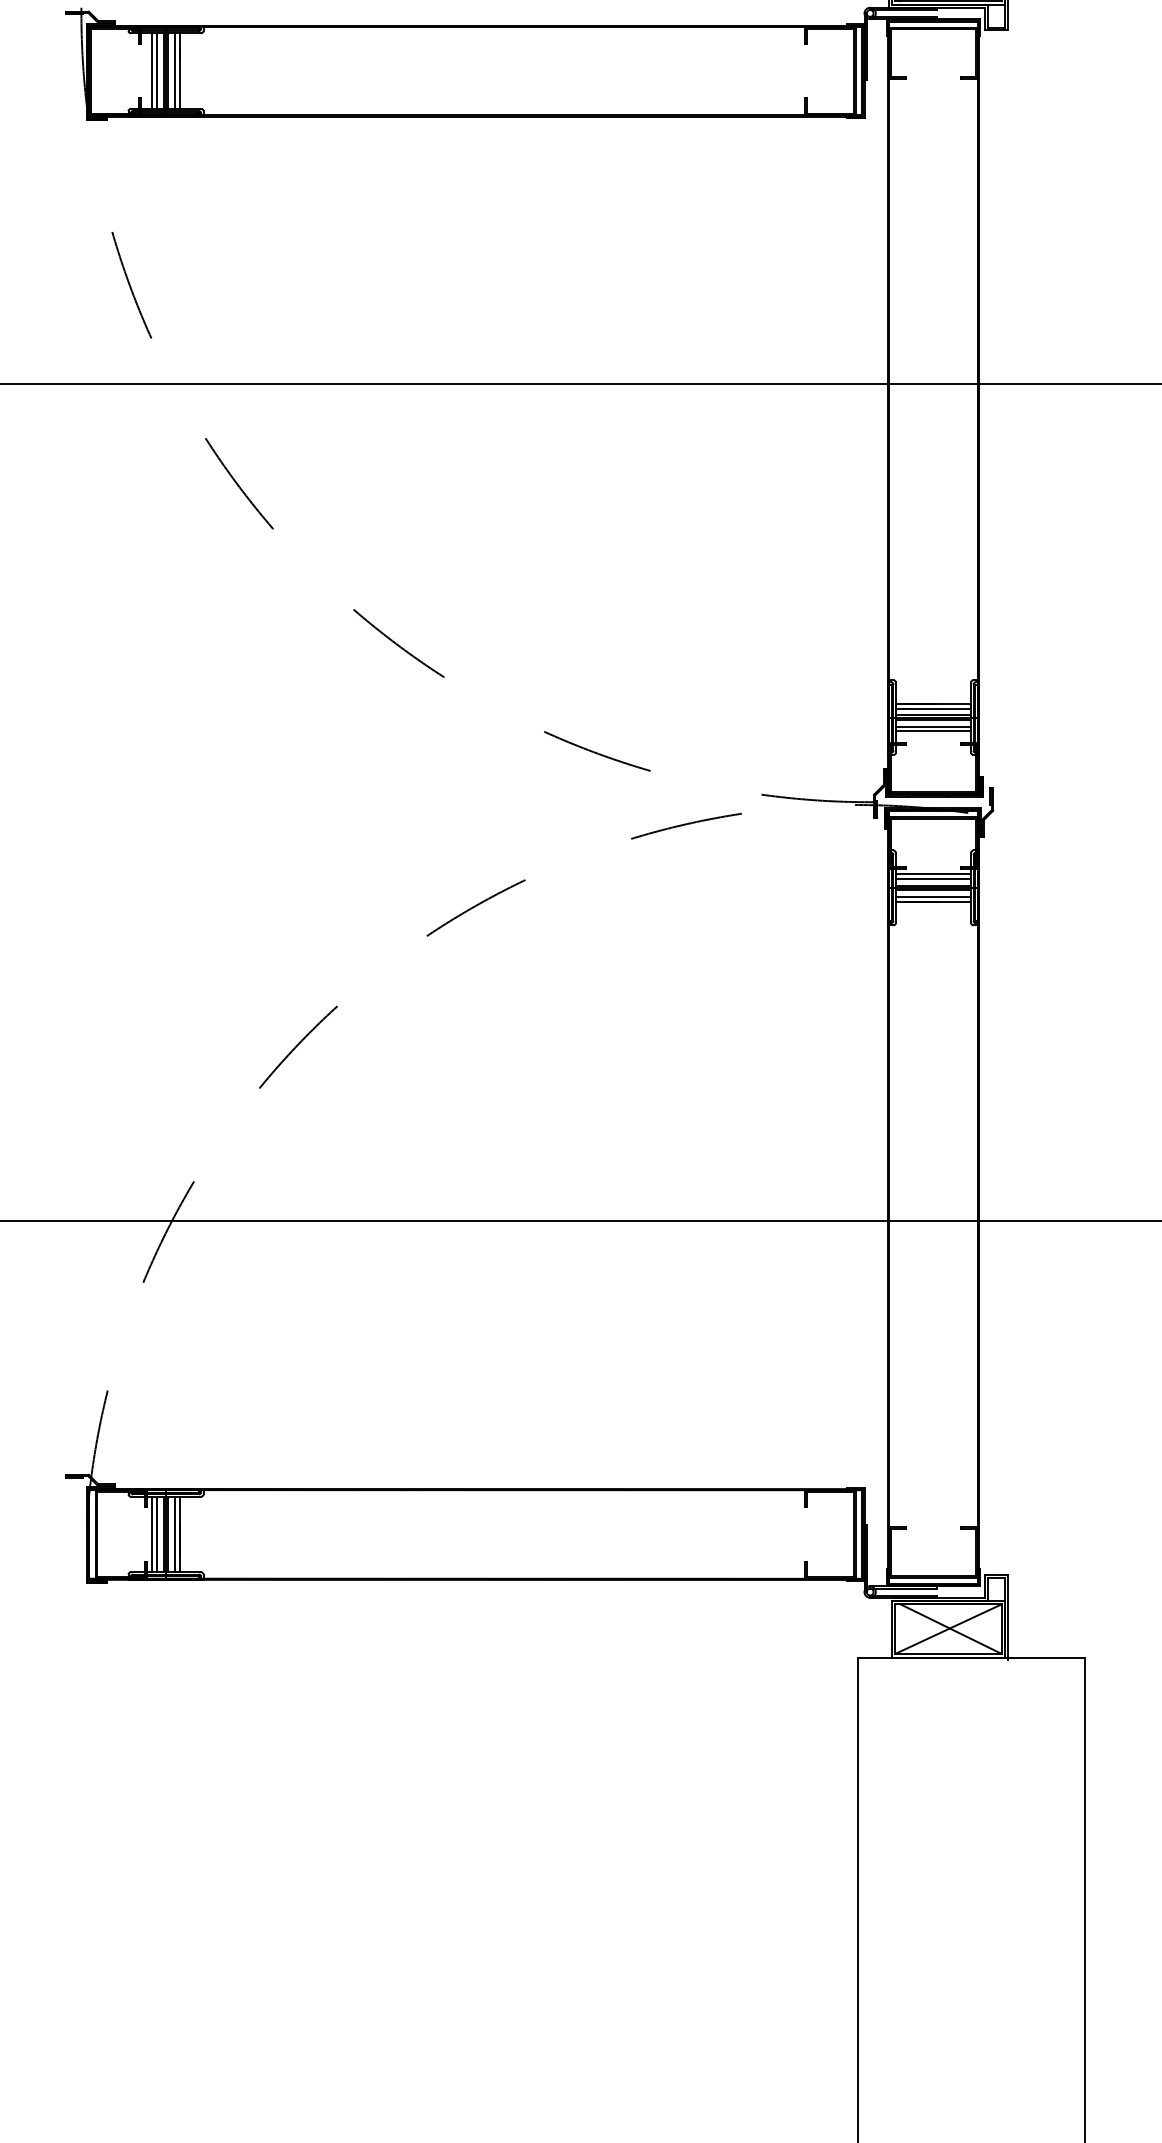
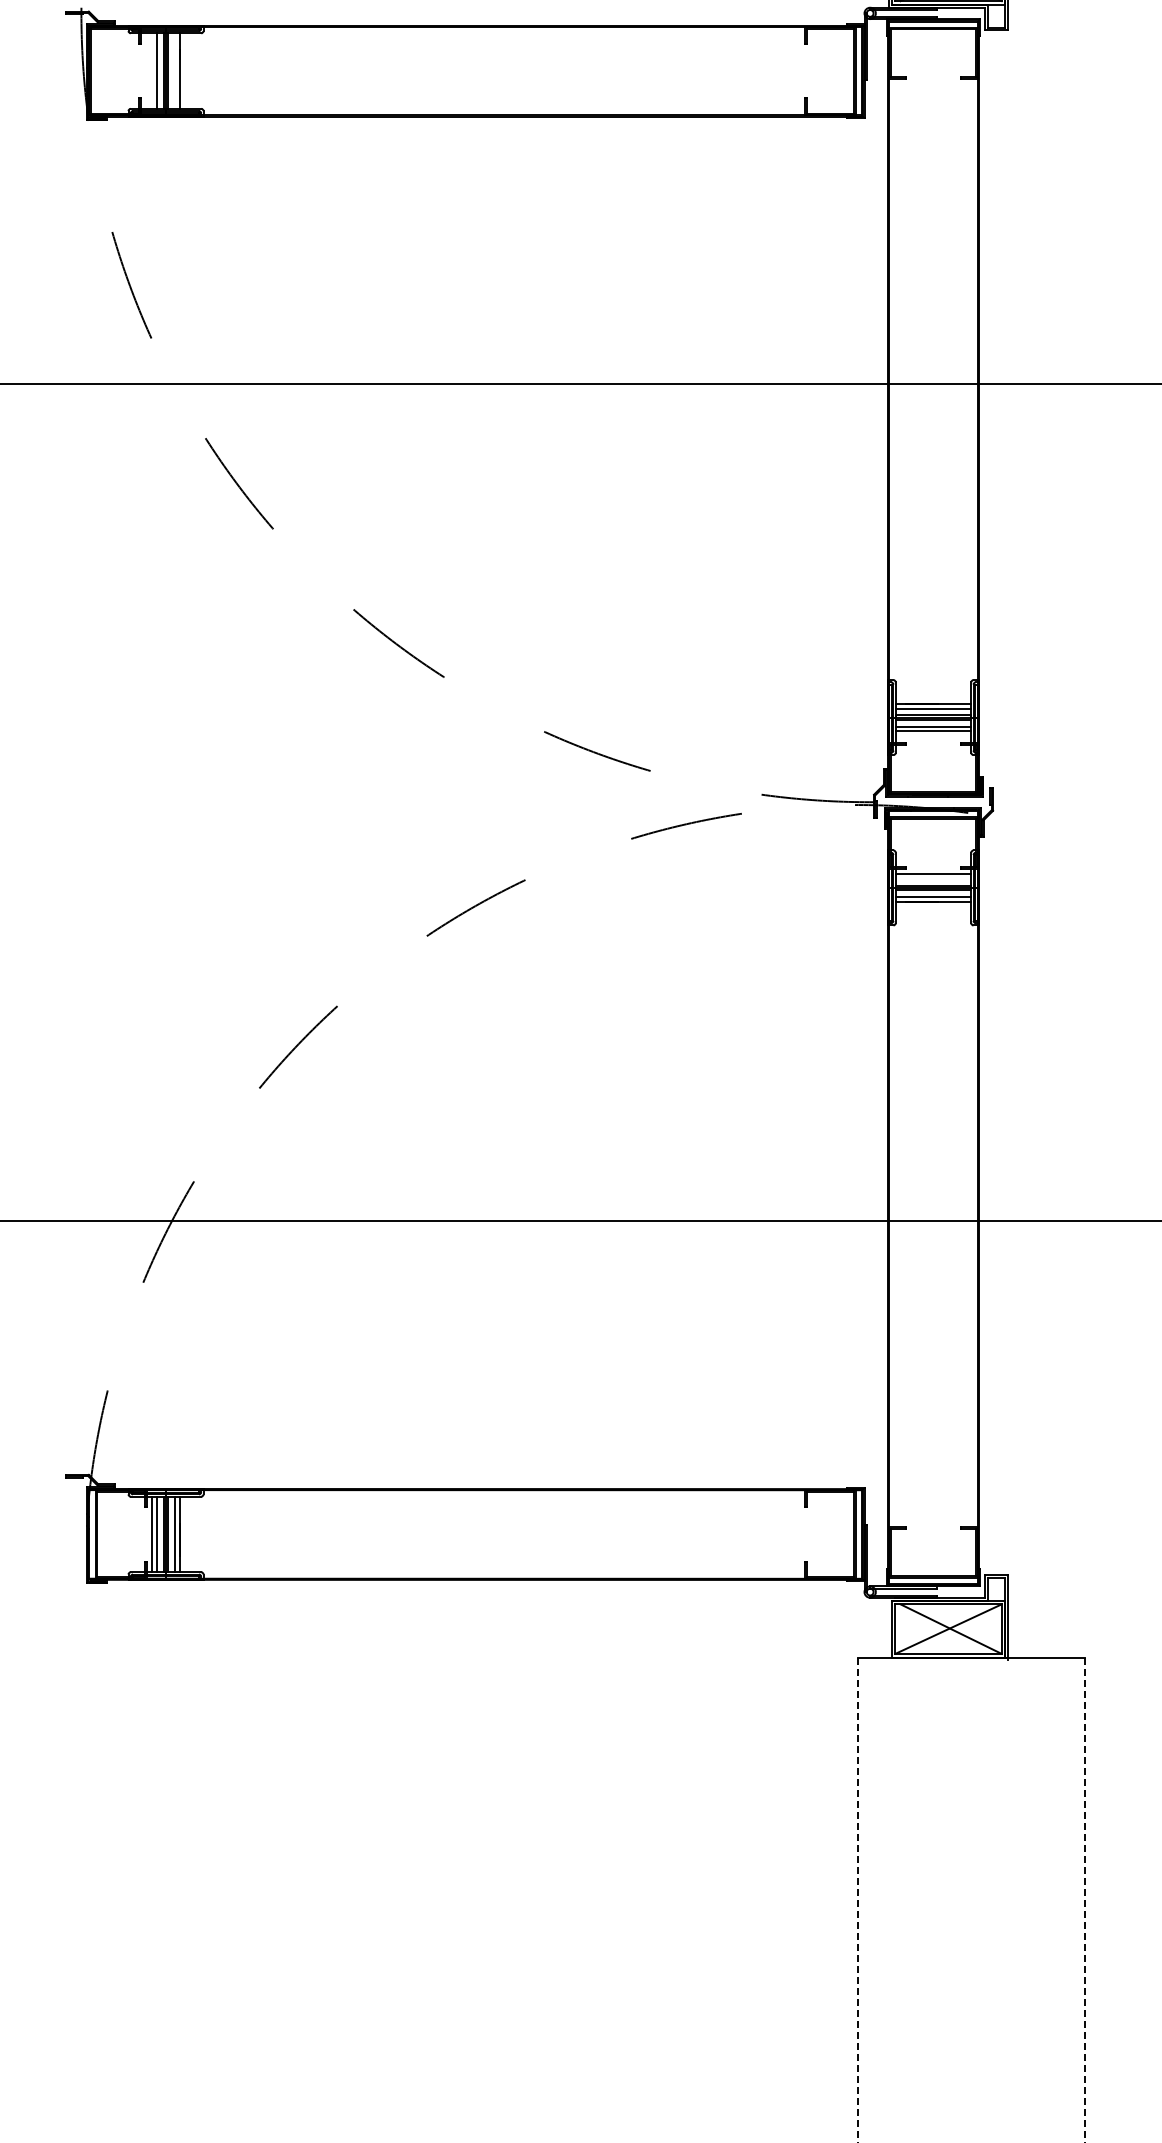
line at (152, 70): present -> none
line at (175, 70): present -> none
line at (933, 878): present -> none
line at (857, 1900): solid -> dashed
line at (1084, 1900): solid -> dashed
